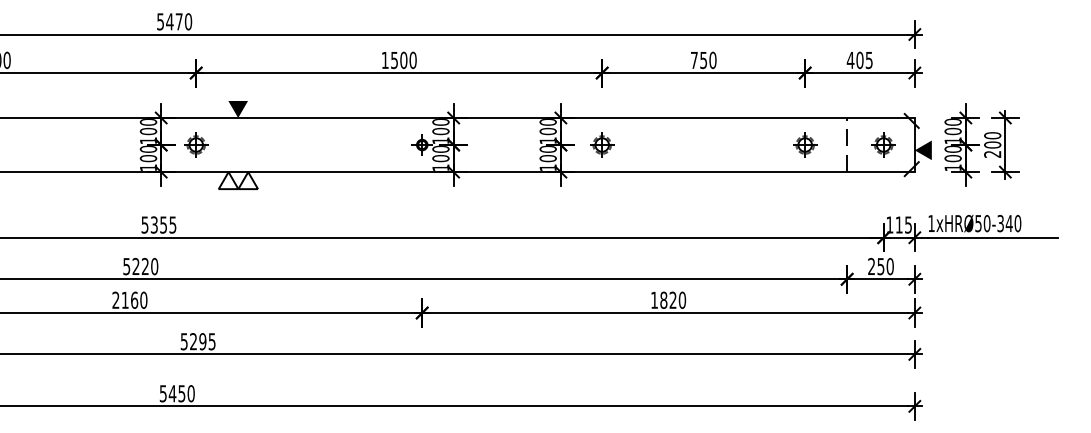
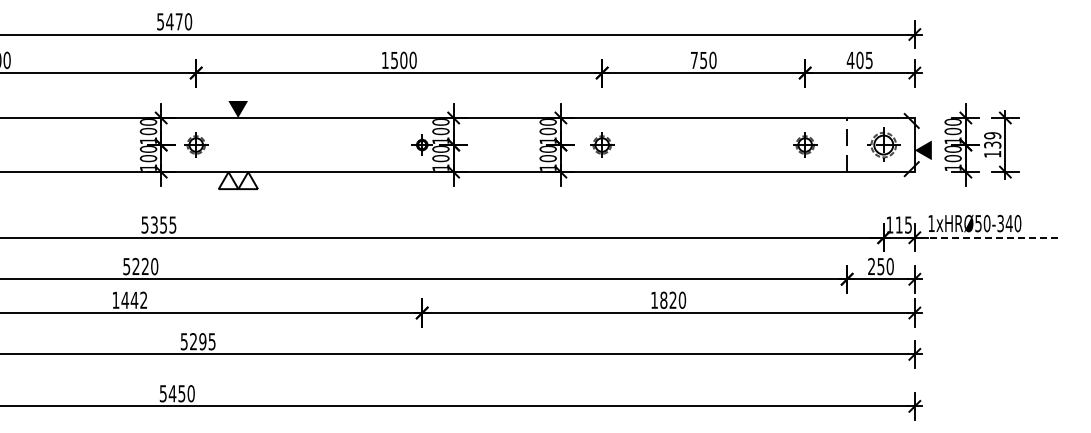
part at (883, 144) size: 25x26 px -> 34x35 px
text at (992, 144): 200 -> 139
line at (993, 237): solid -> dashed
text at (129, 299): 2160 -> 1442
